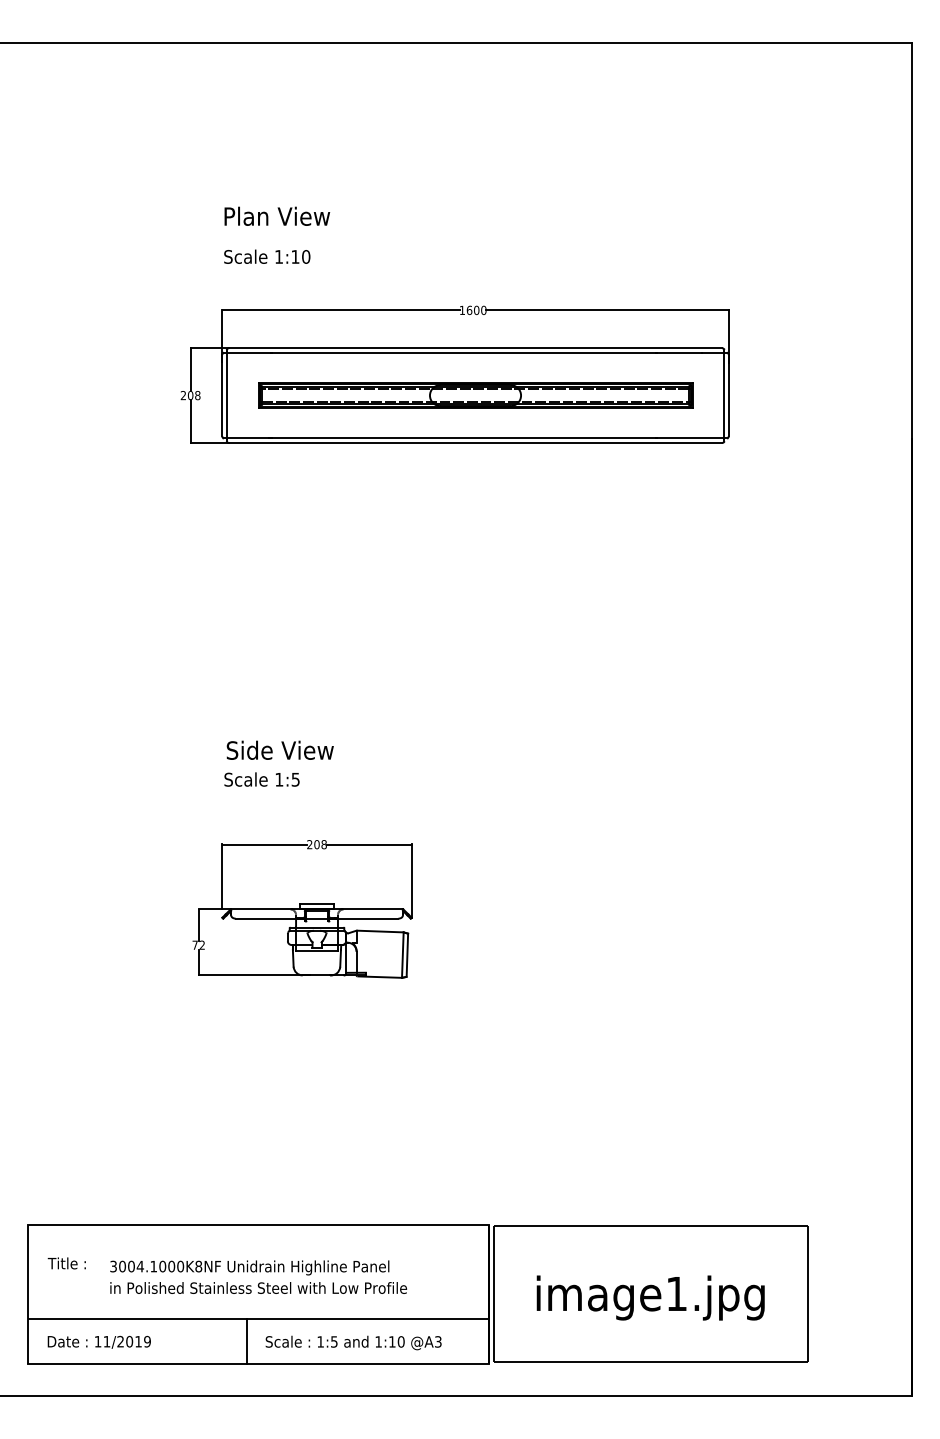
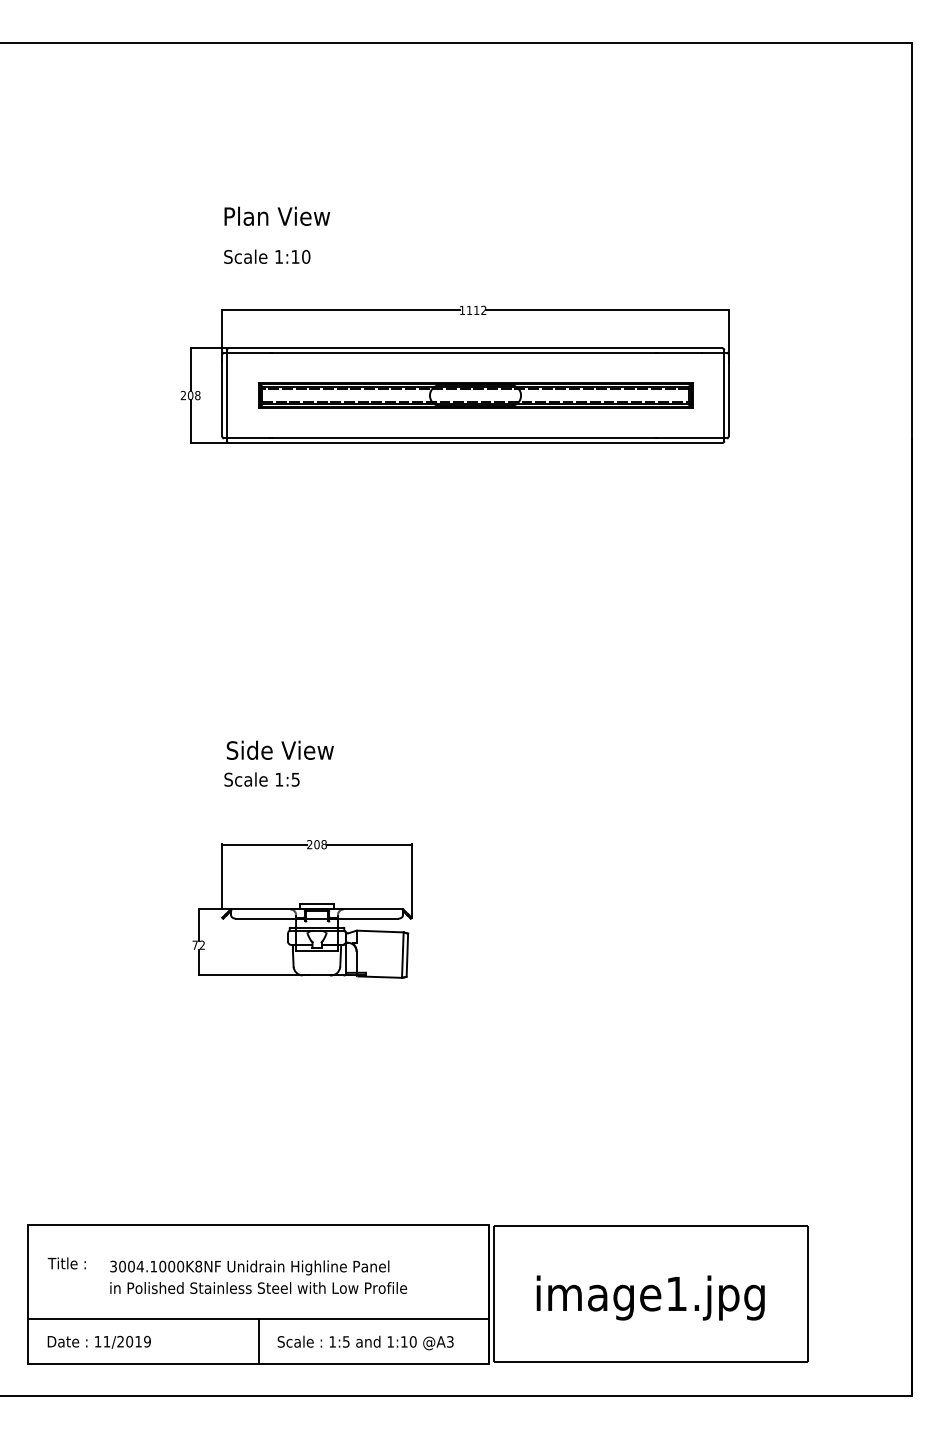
text at (476, 310): 1600 -> 1112
line at (246, 1341) position: (246, 1341) -> (258, 1341)
text at (353, 1342) position: (353, 1342) -> (365, 1342)
